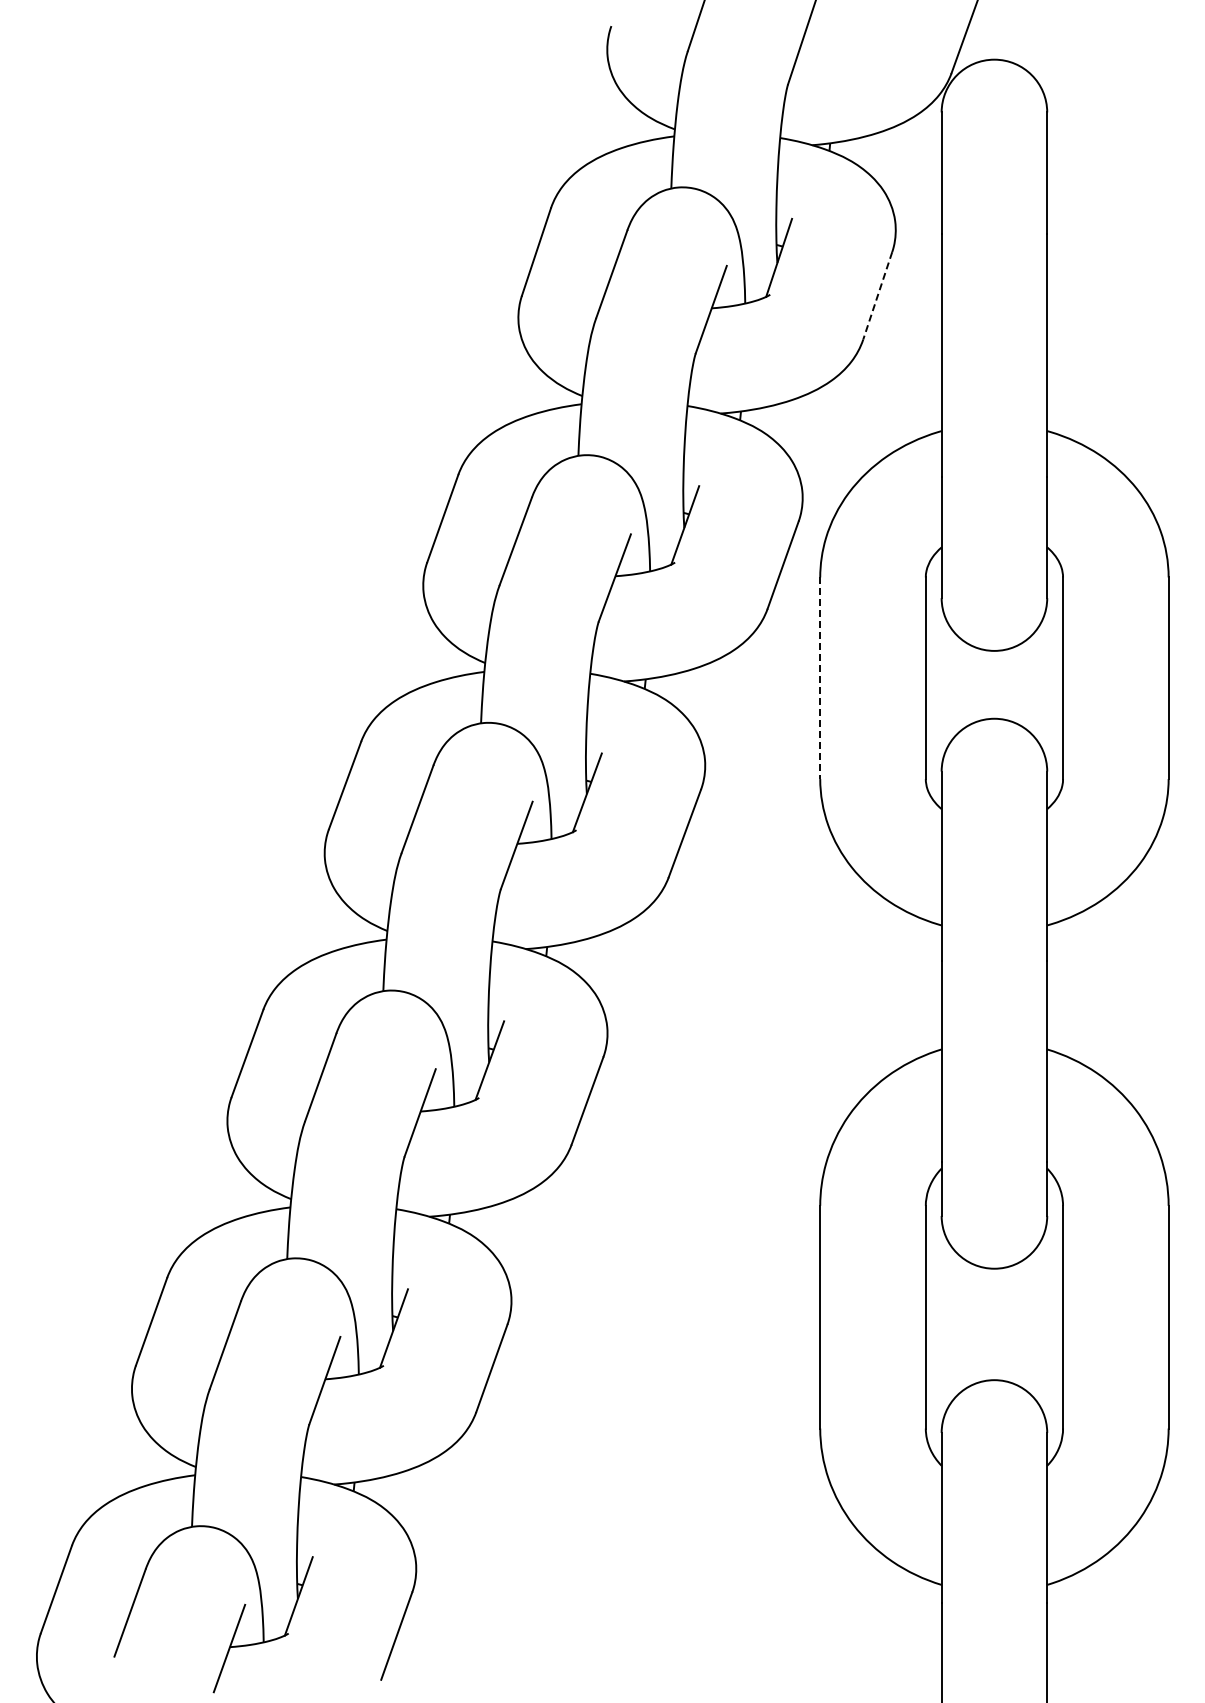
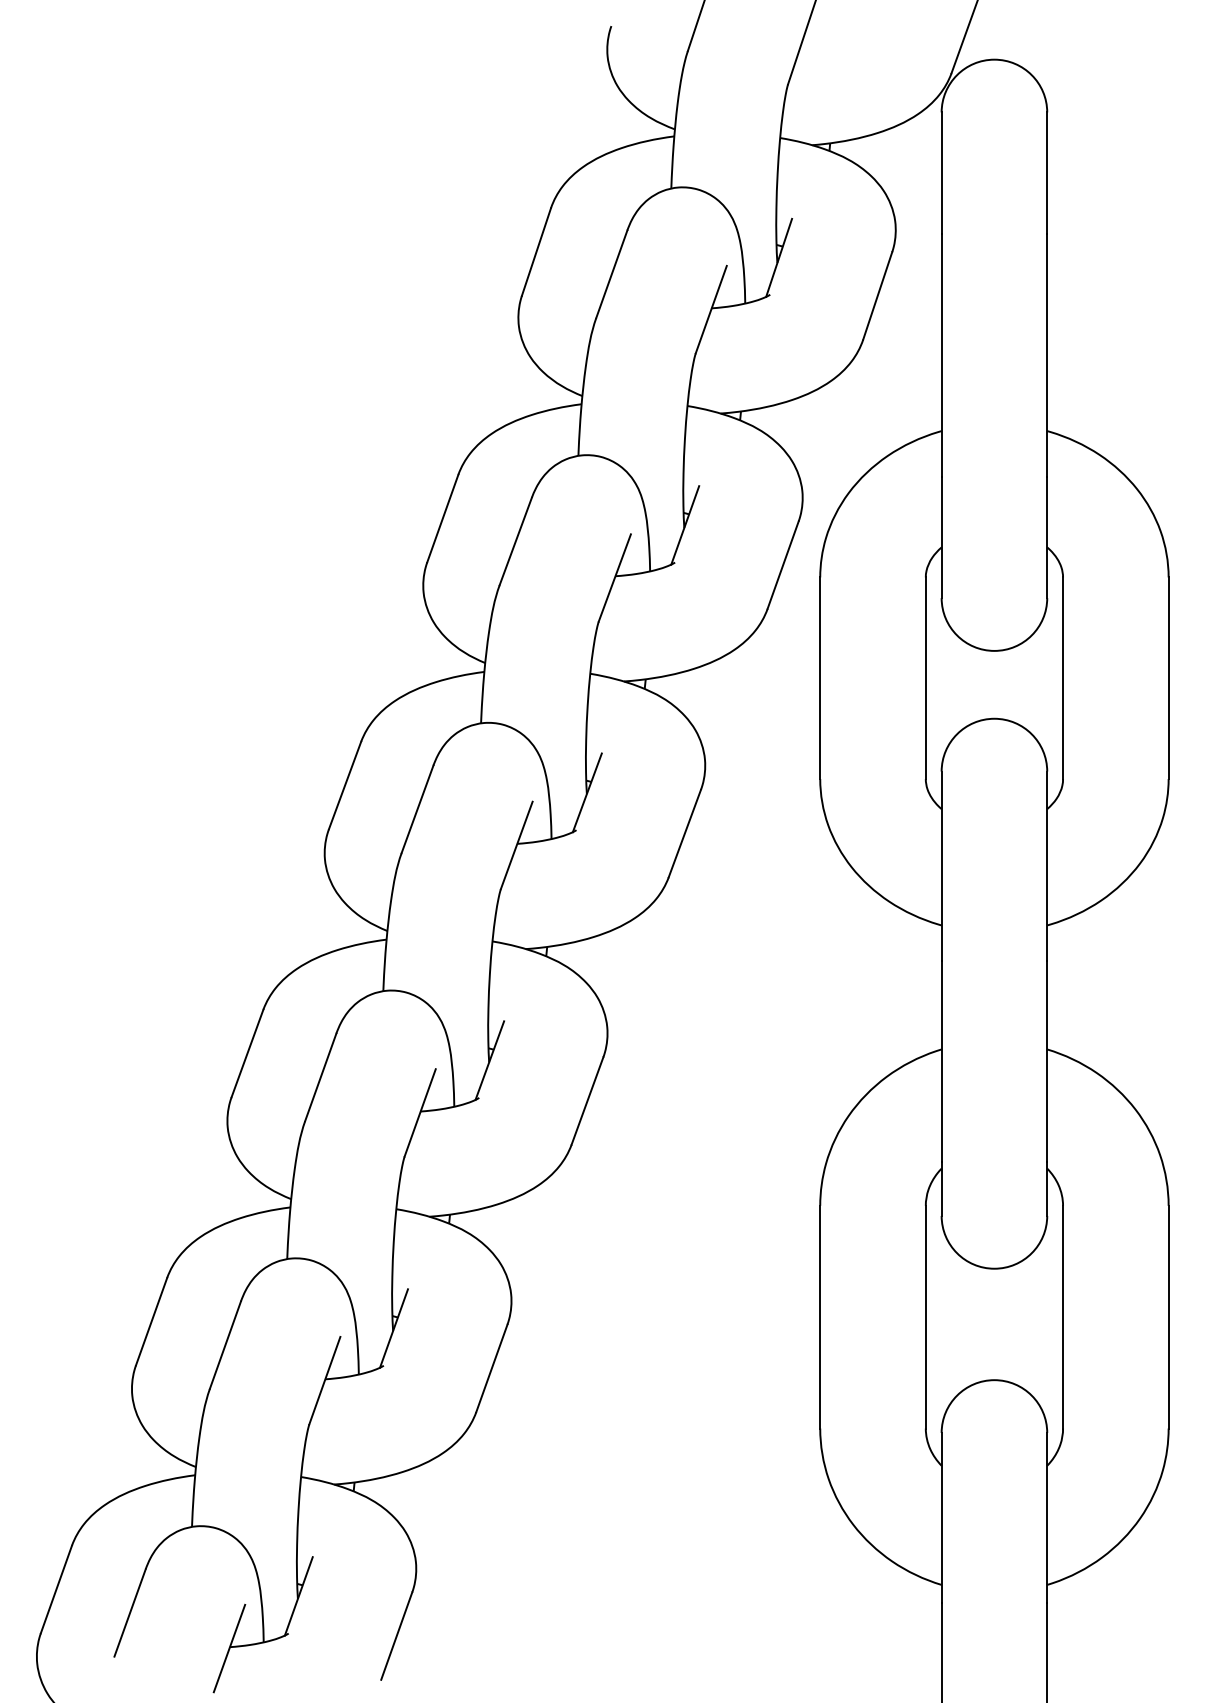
line at (877, 296): dashed -> solid
line at (820, 678): dashed -> solid
